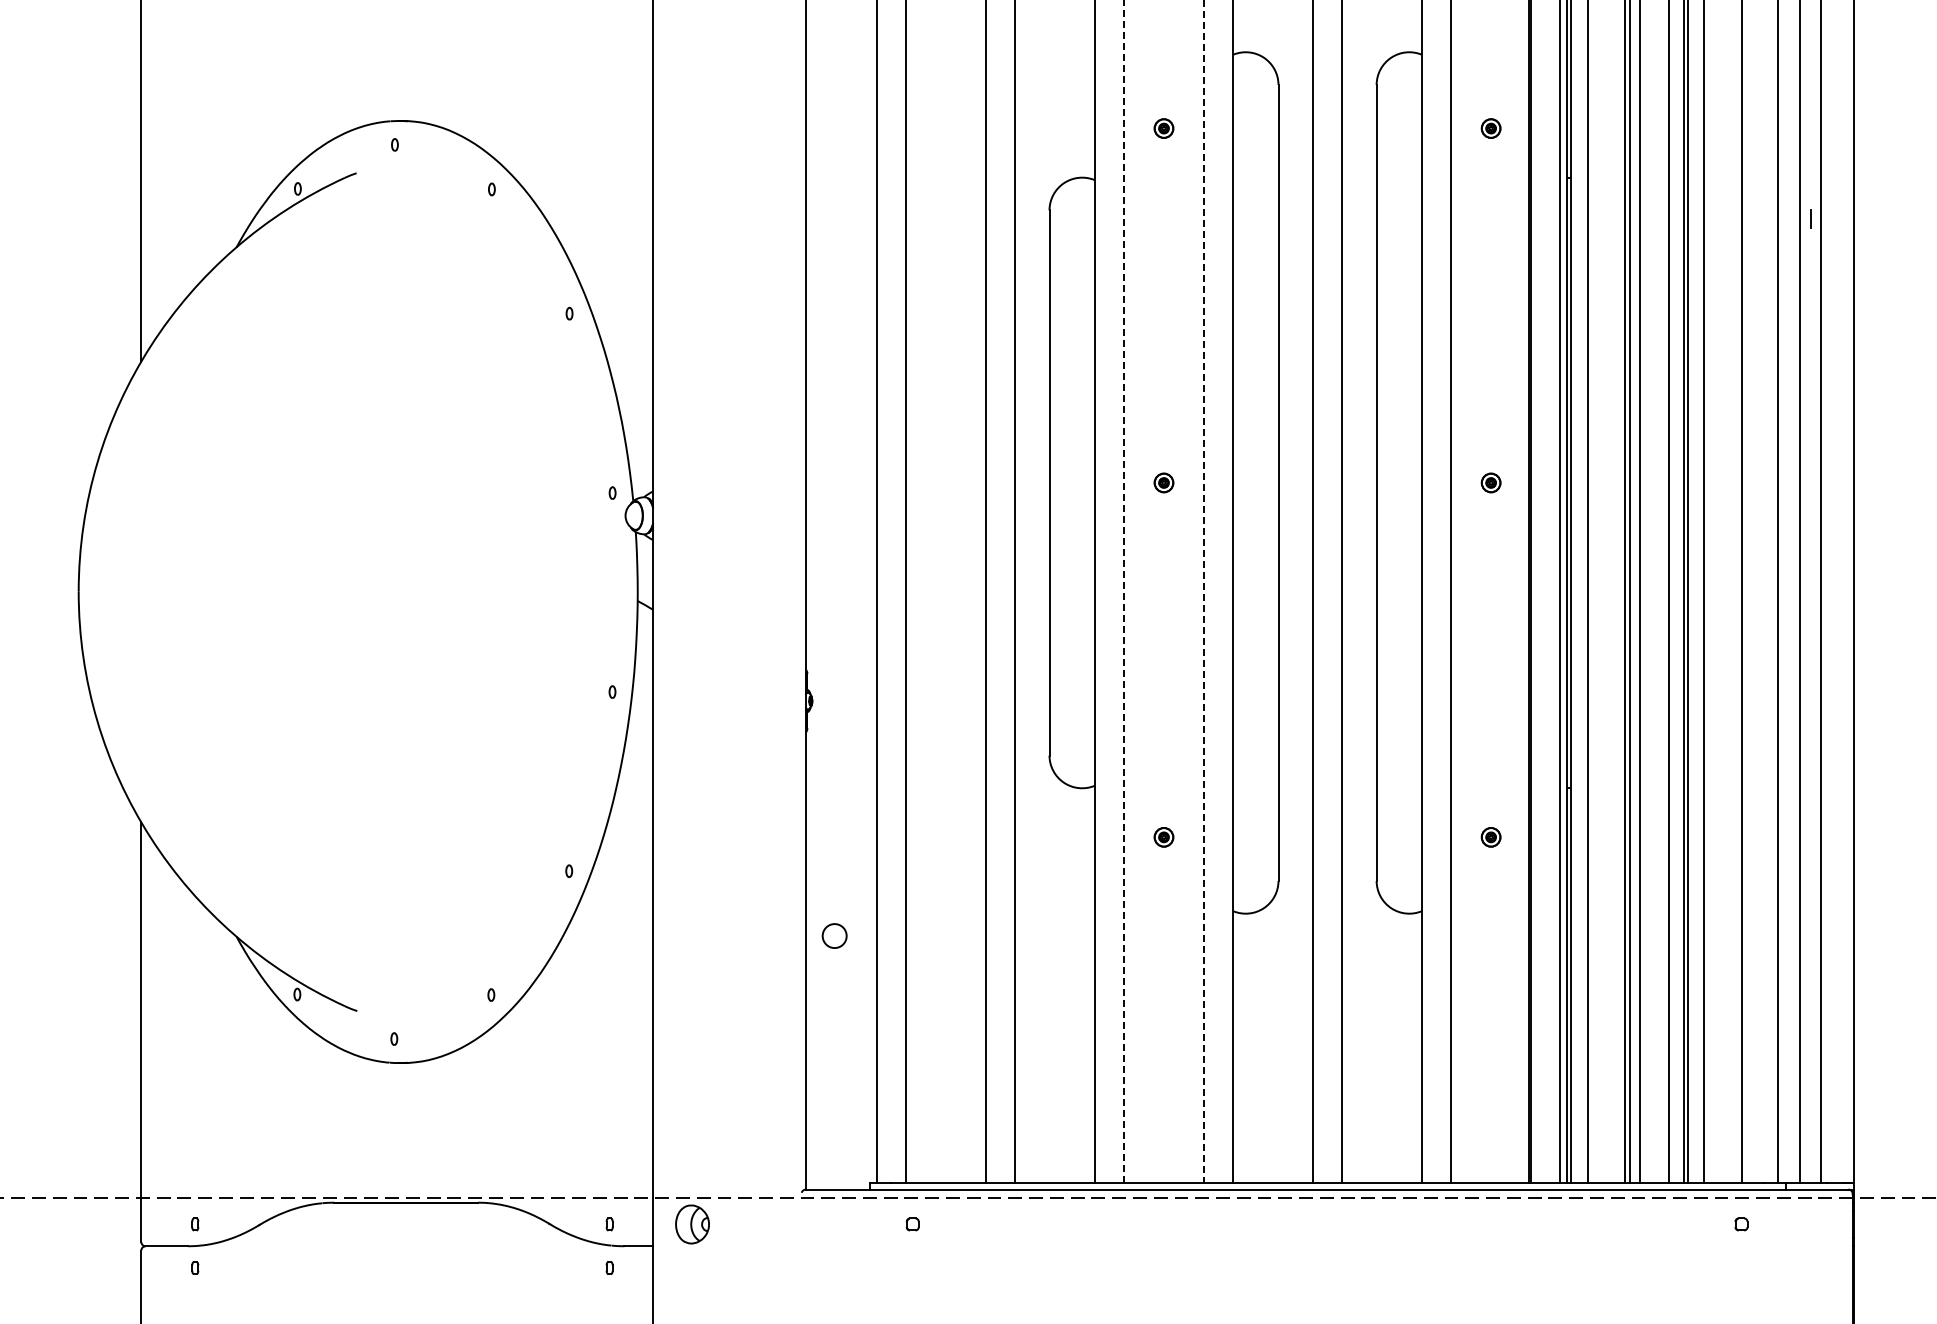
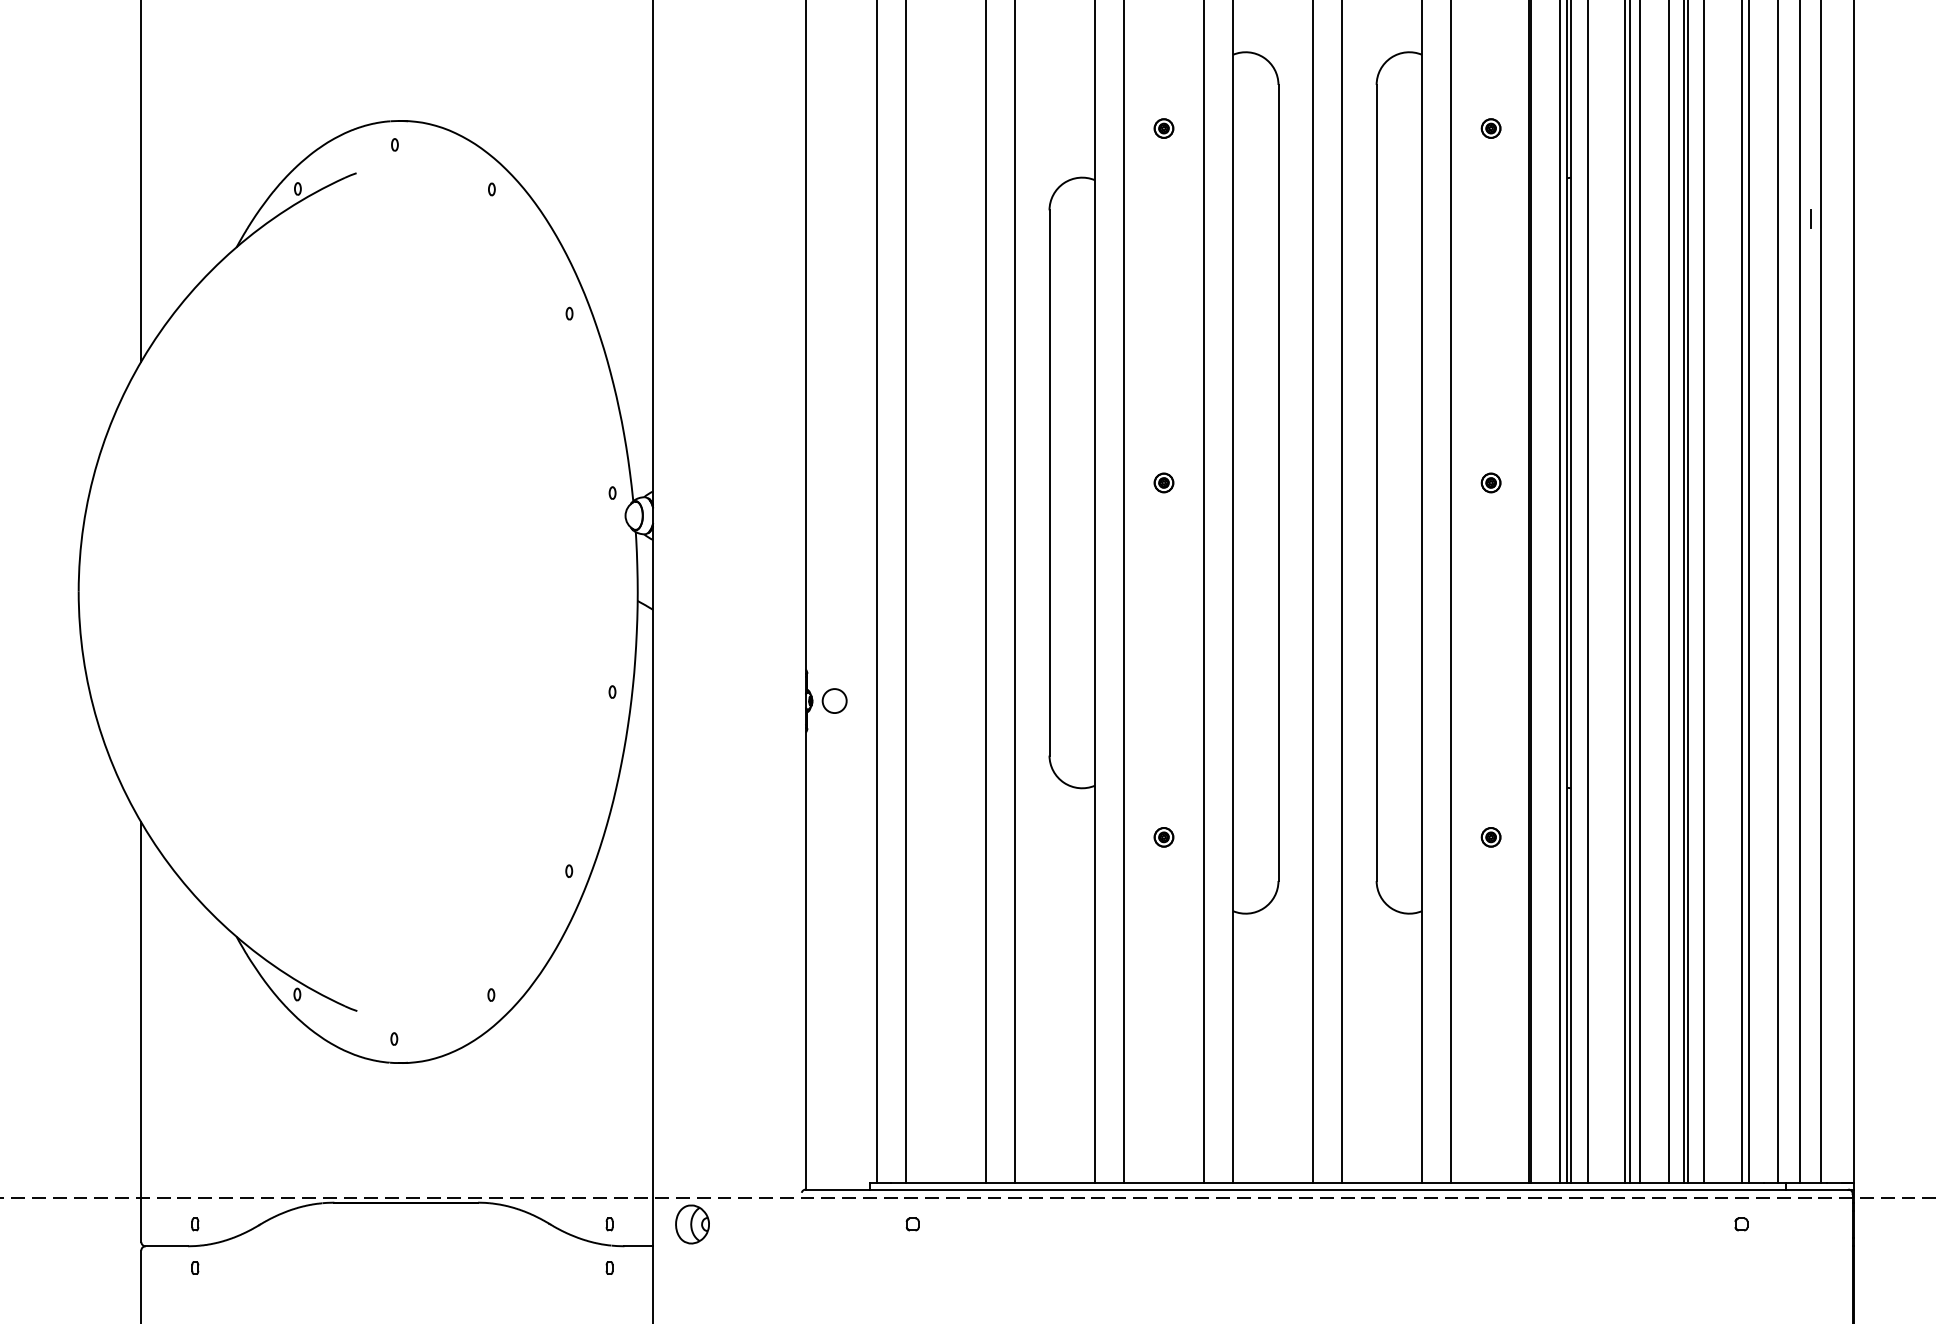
line at (1124, 591): dashed -> solid
line at (1203, 592): dashed -> solid
line at (1749, 592): none -> present
circle at (834, 935) position: (834, 935) -> (834, 700)
